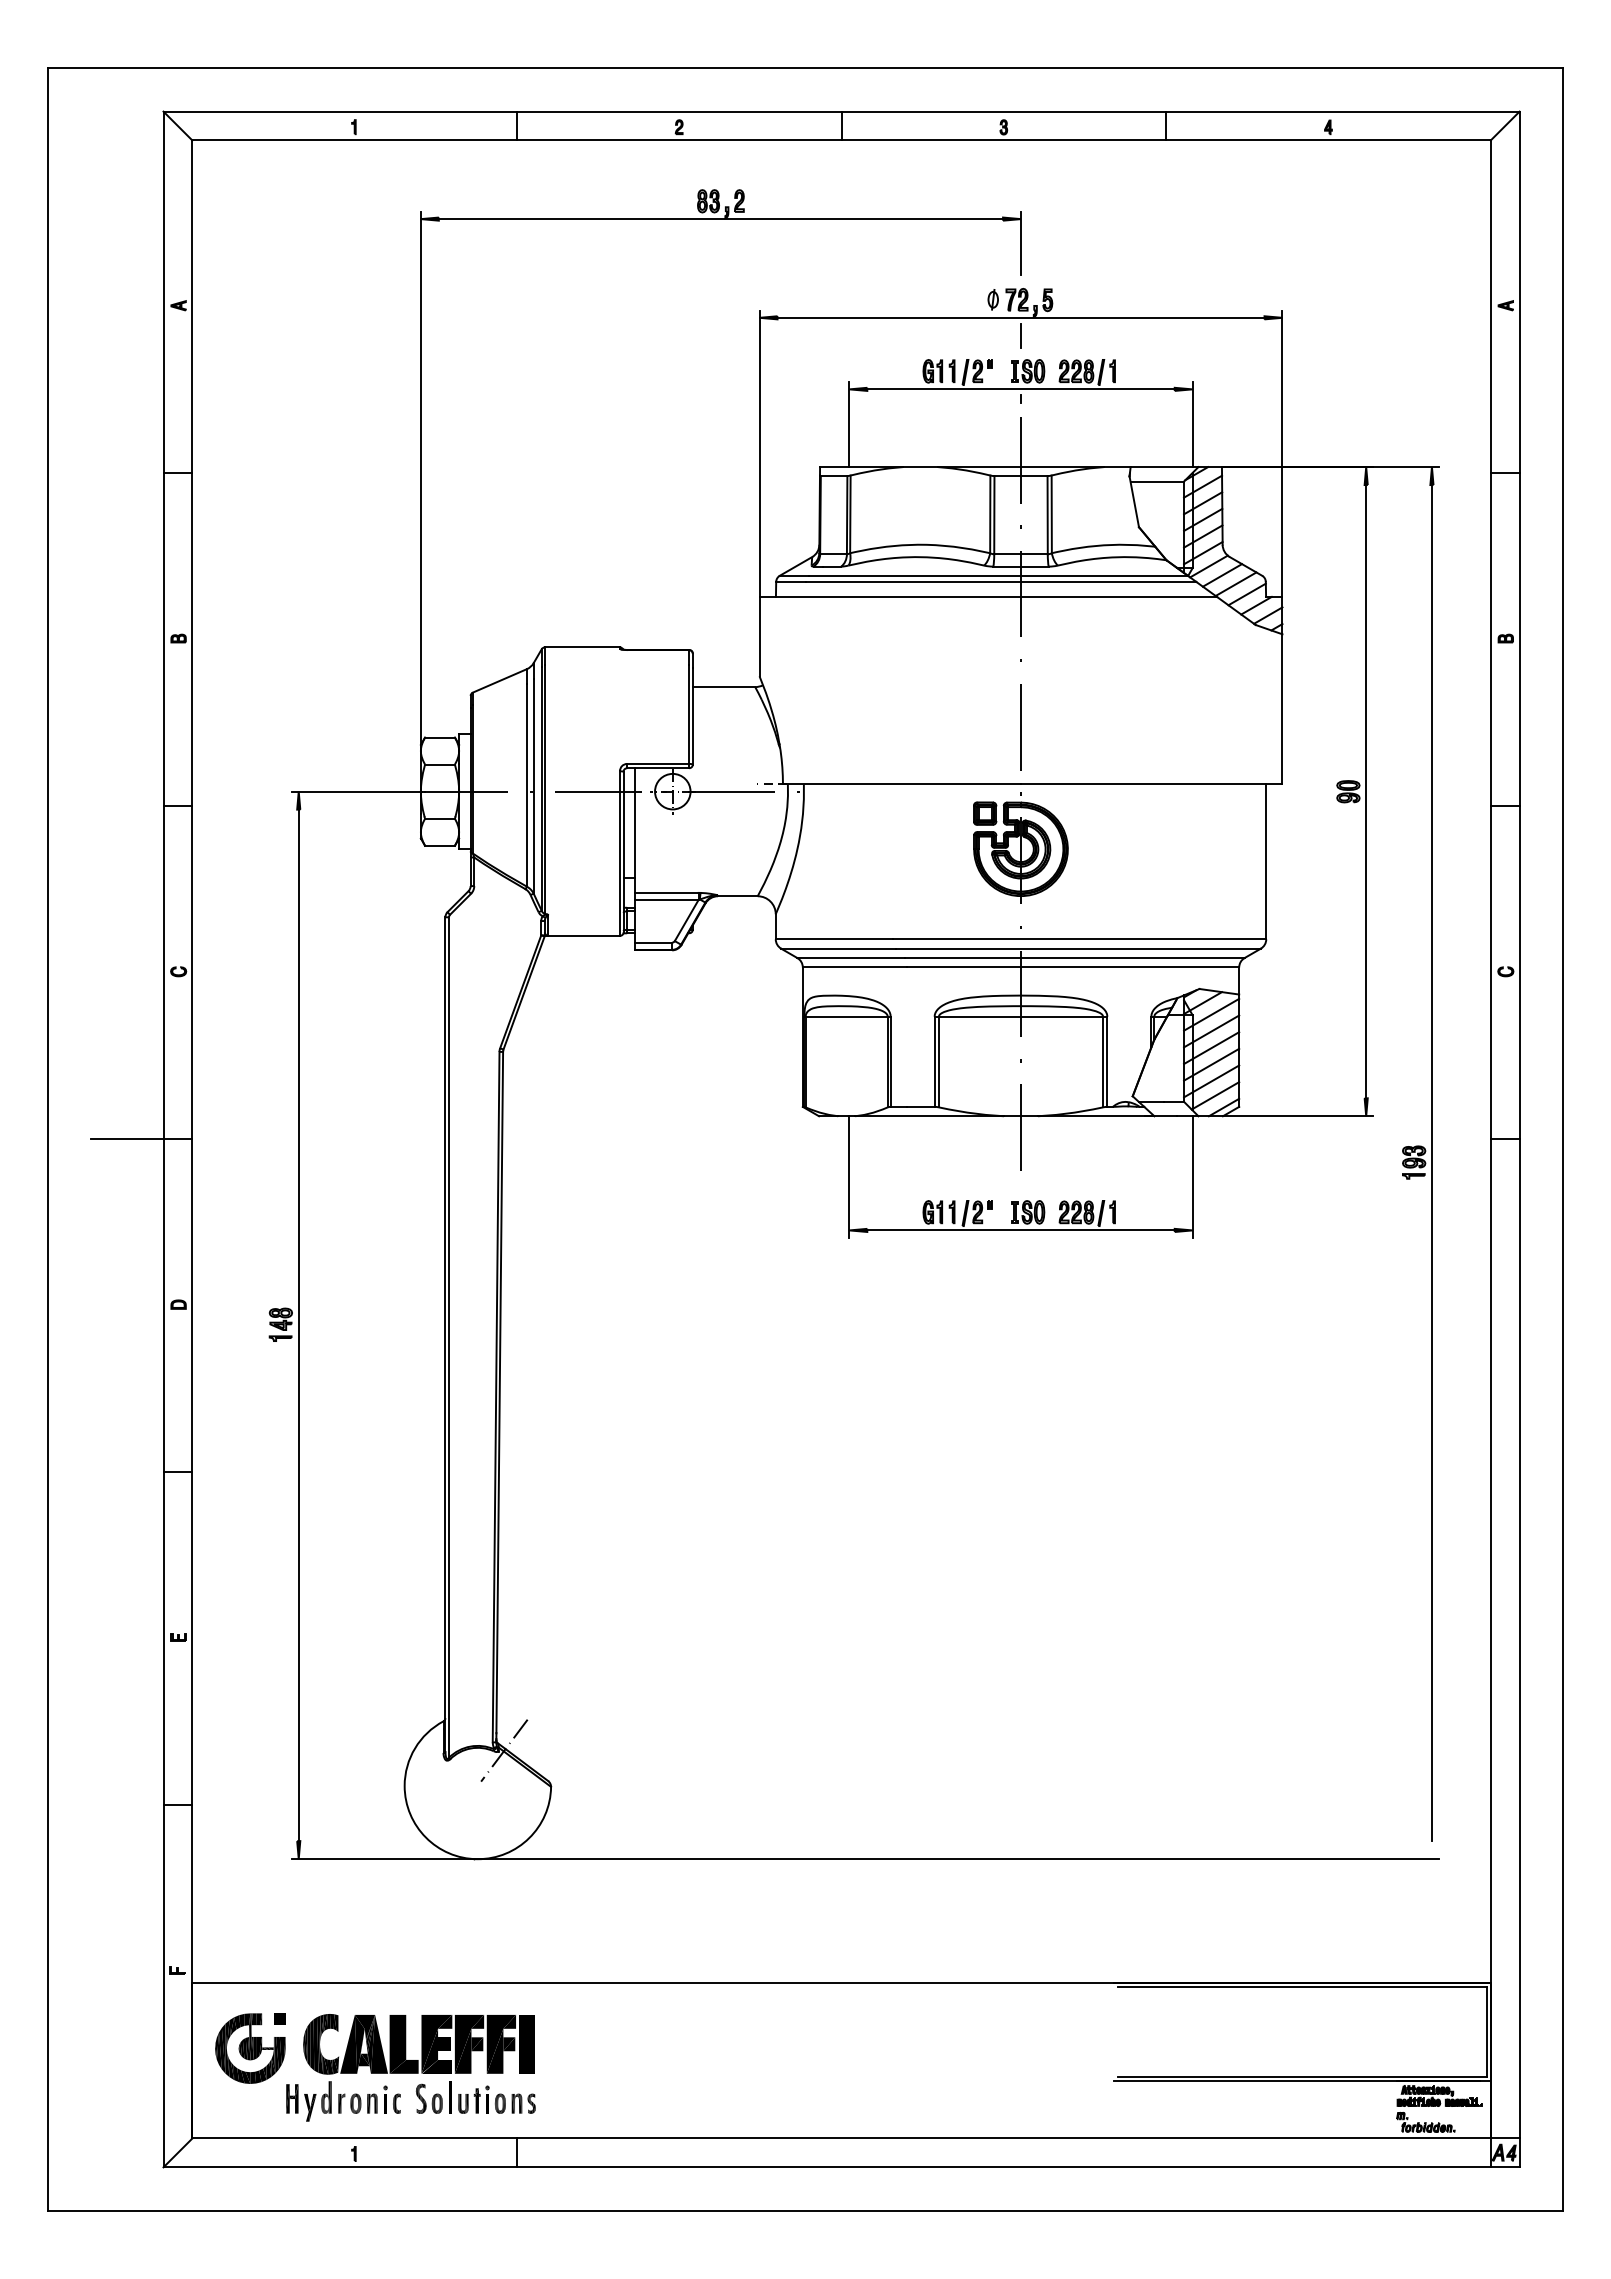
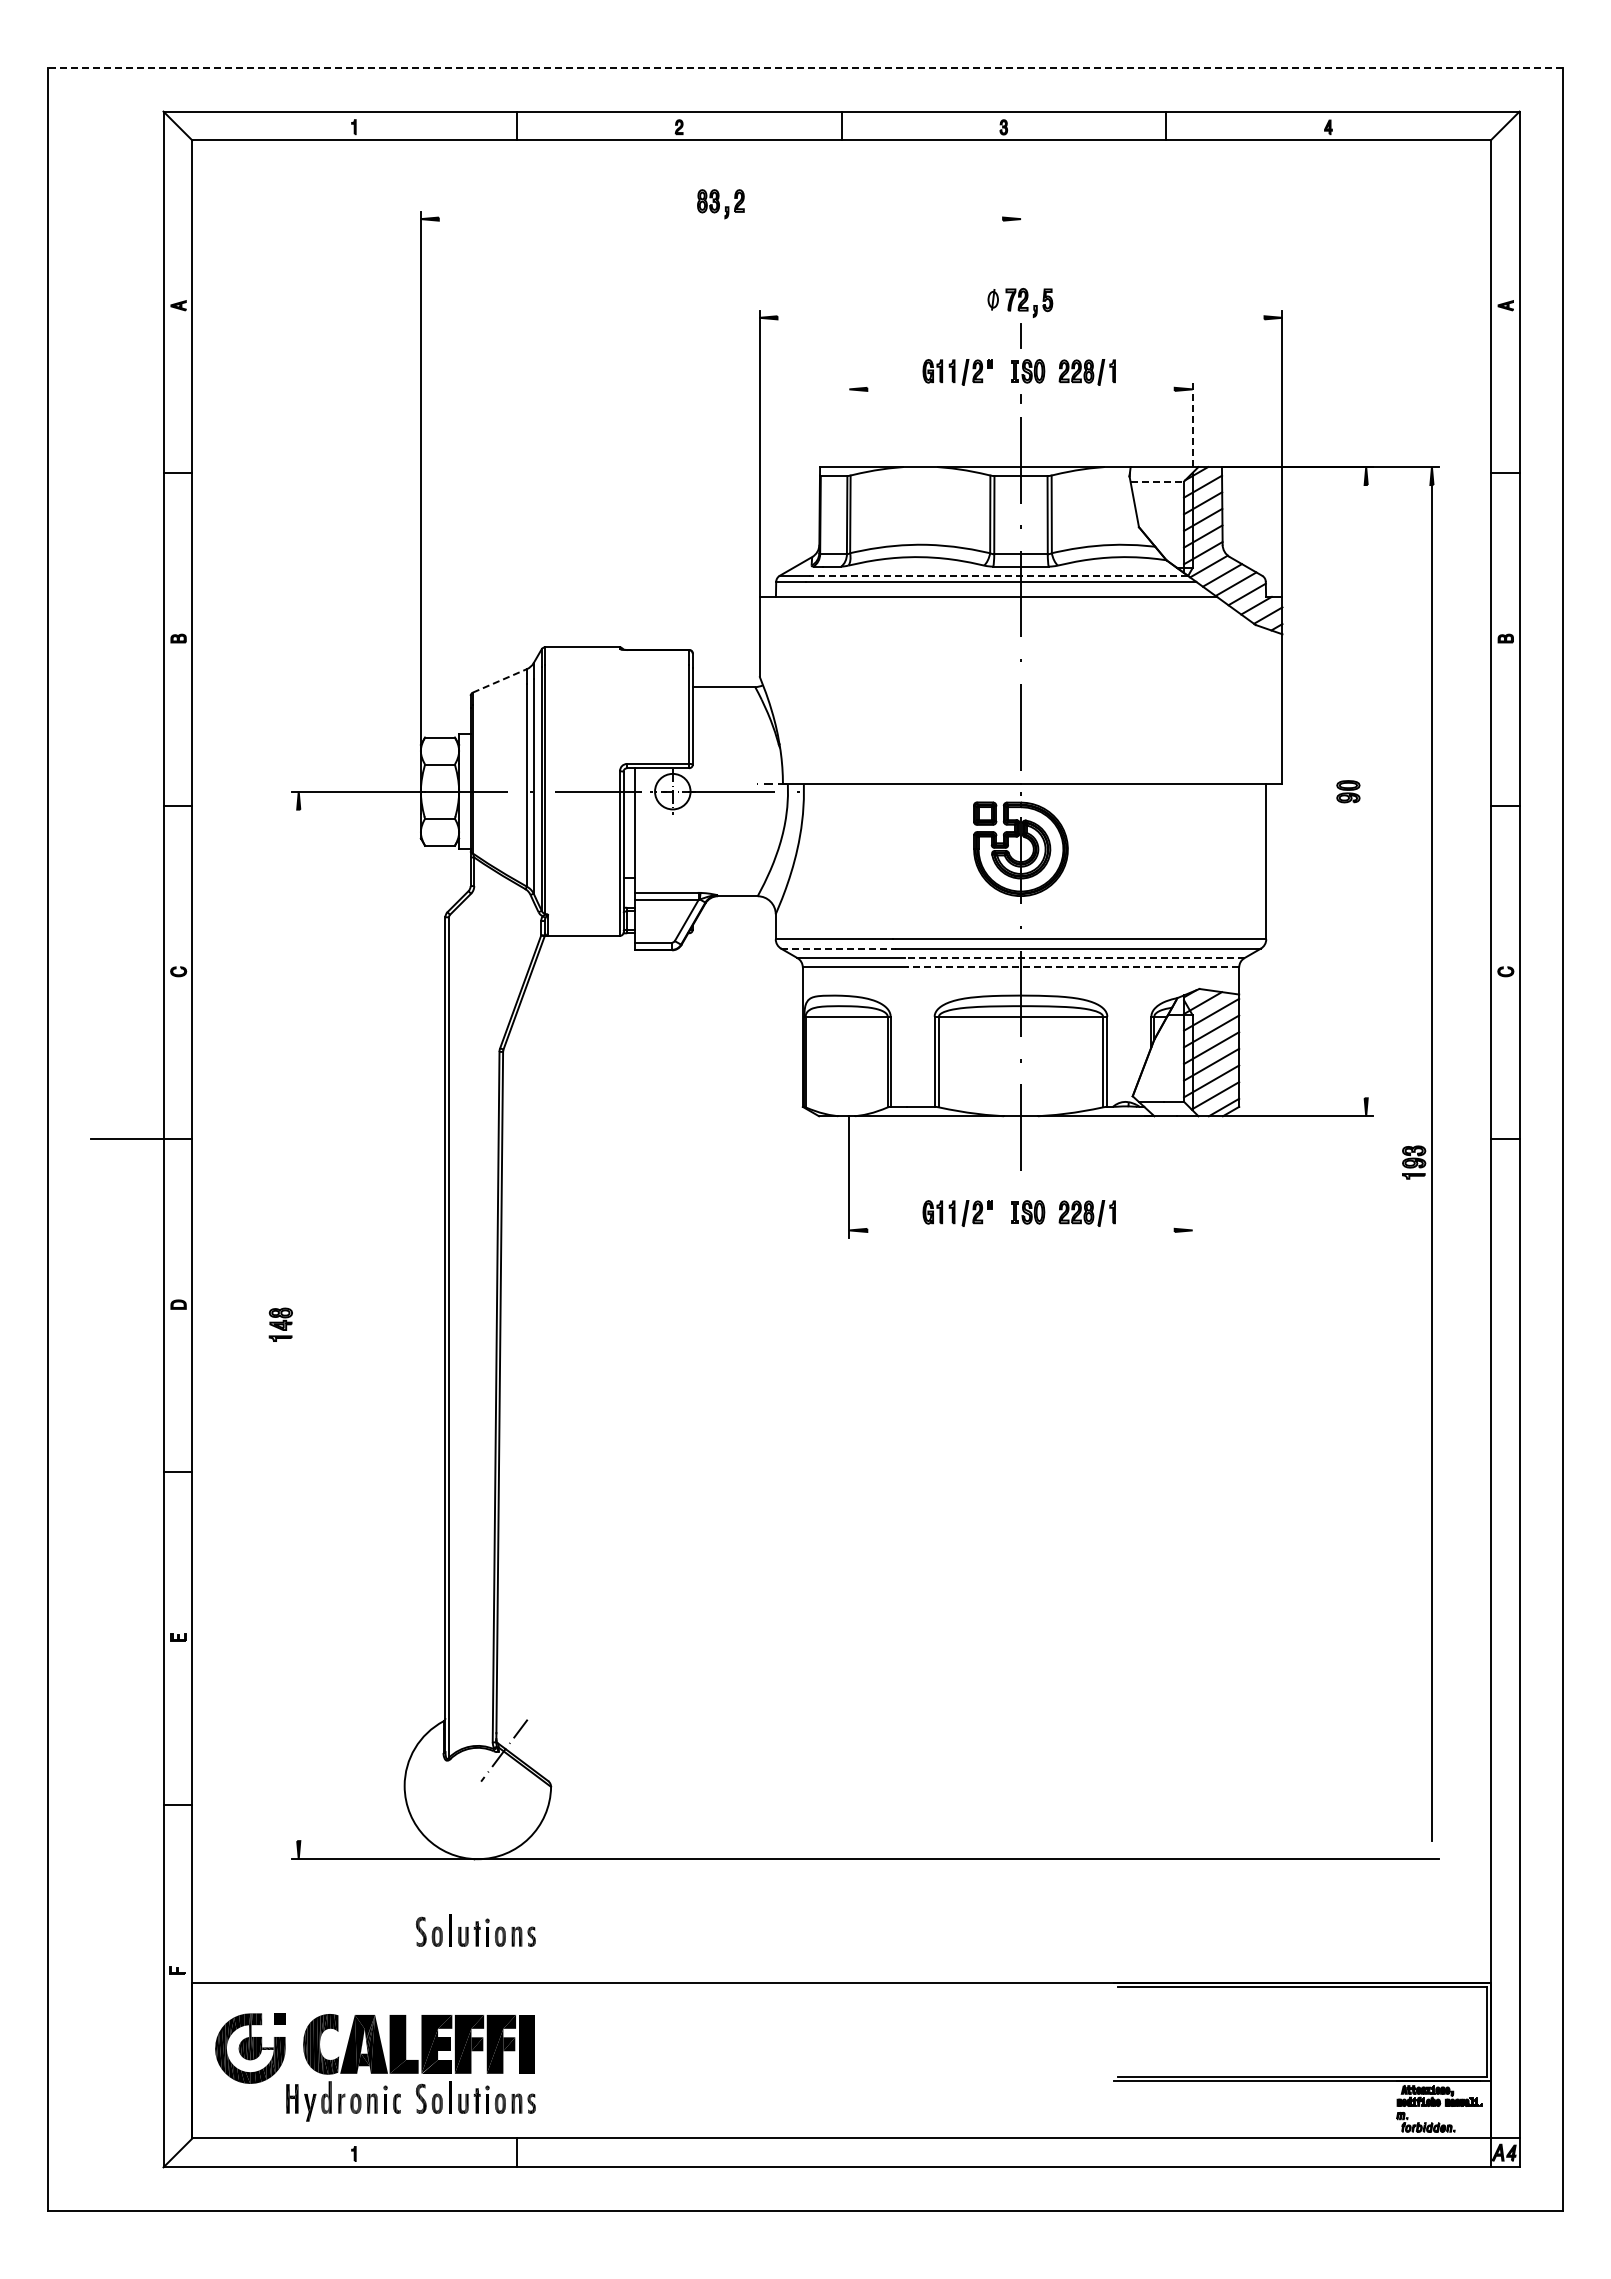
line at (805, 68): solid -> dashed
line at (720, 219): present -> none
line at (1021, 243): present -> none
line at (1020, 317): present -> none
line at (1020, 389): present -> none
line at (849, 424): present -> none
line at (1192, 424): solid -> dashed
line at (1157, 481): solid -> dashed
line at (998, 575): solid -> dashed
line at (499, 680): solid -> dashed
line at (1366, 791): present -> none
line at (838, 948): solid -> dashed
line at (1074, 958): solid -> dashed
line at (1073, 967): solid -> dashed
line at (1192, 1176): present -> none
line at (1020, 1230): present -> none
line at (298, 1325): present -> none
part at (475, 1930): none -> present
